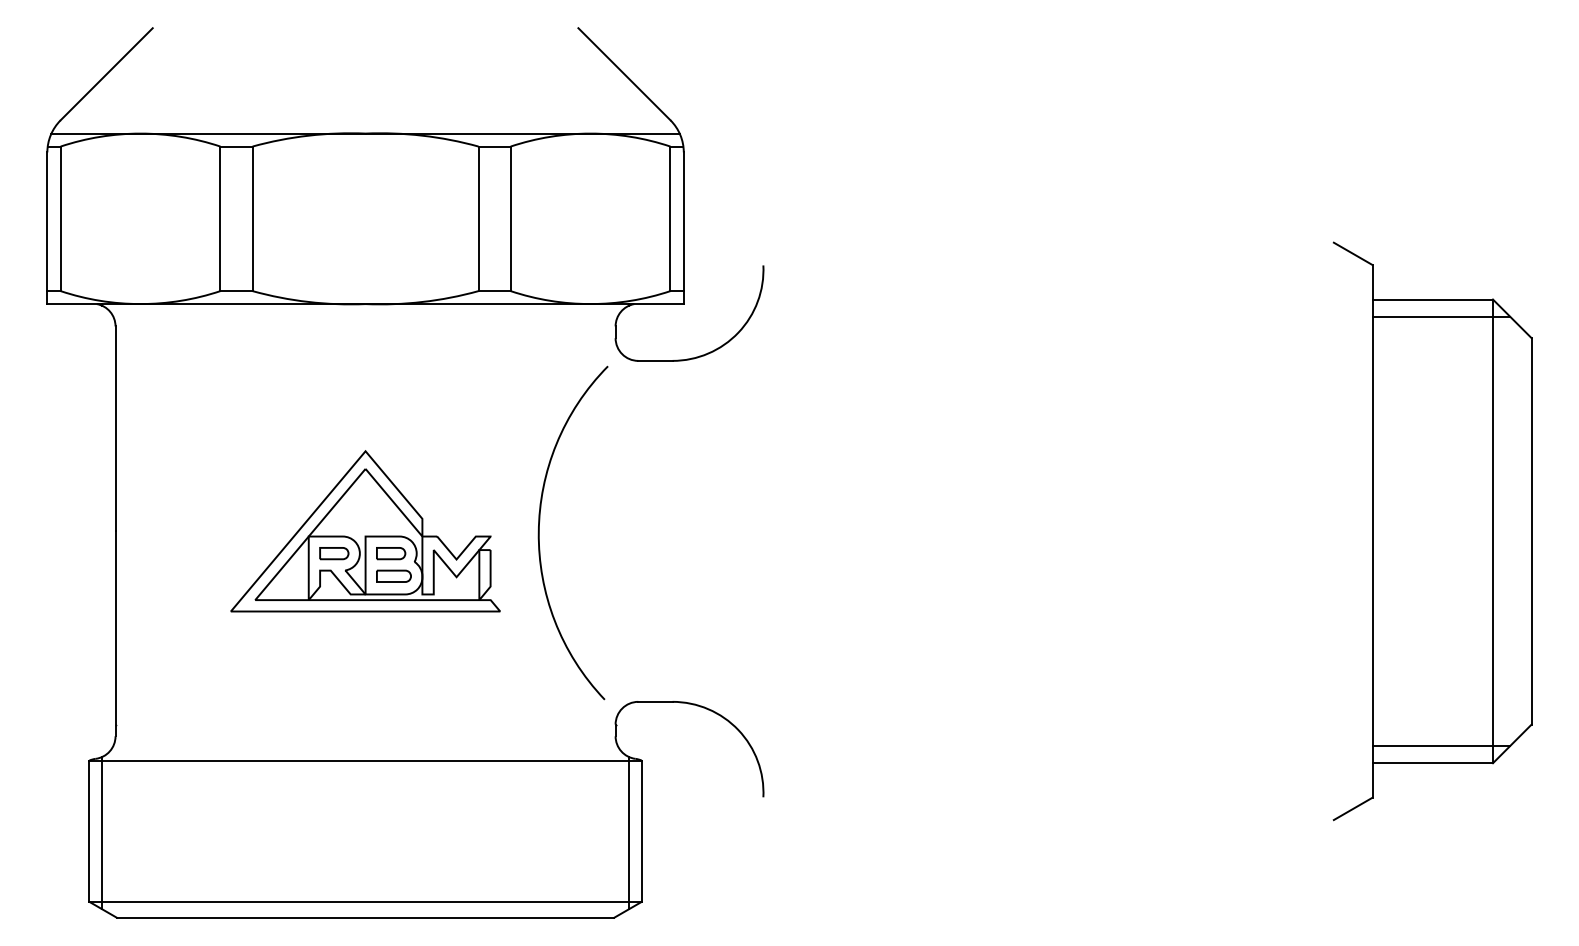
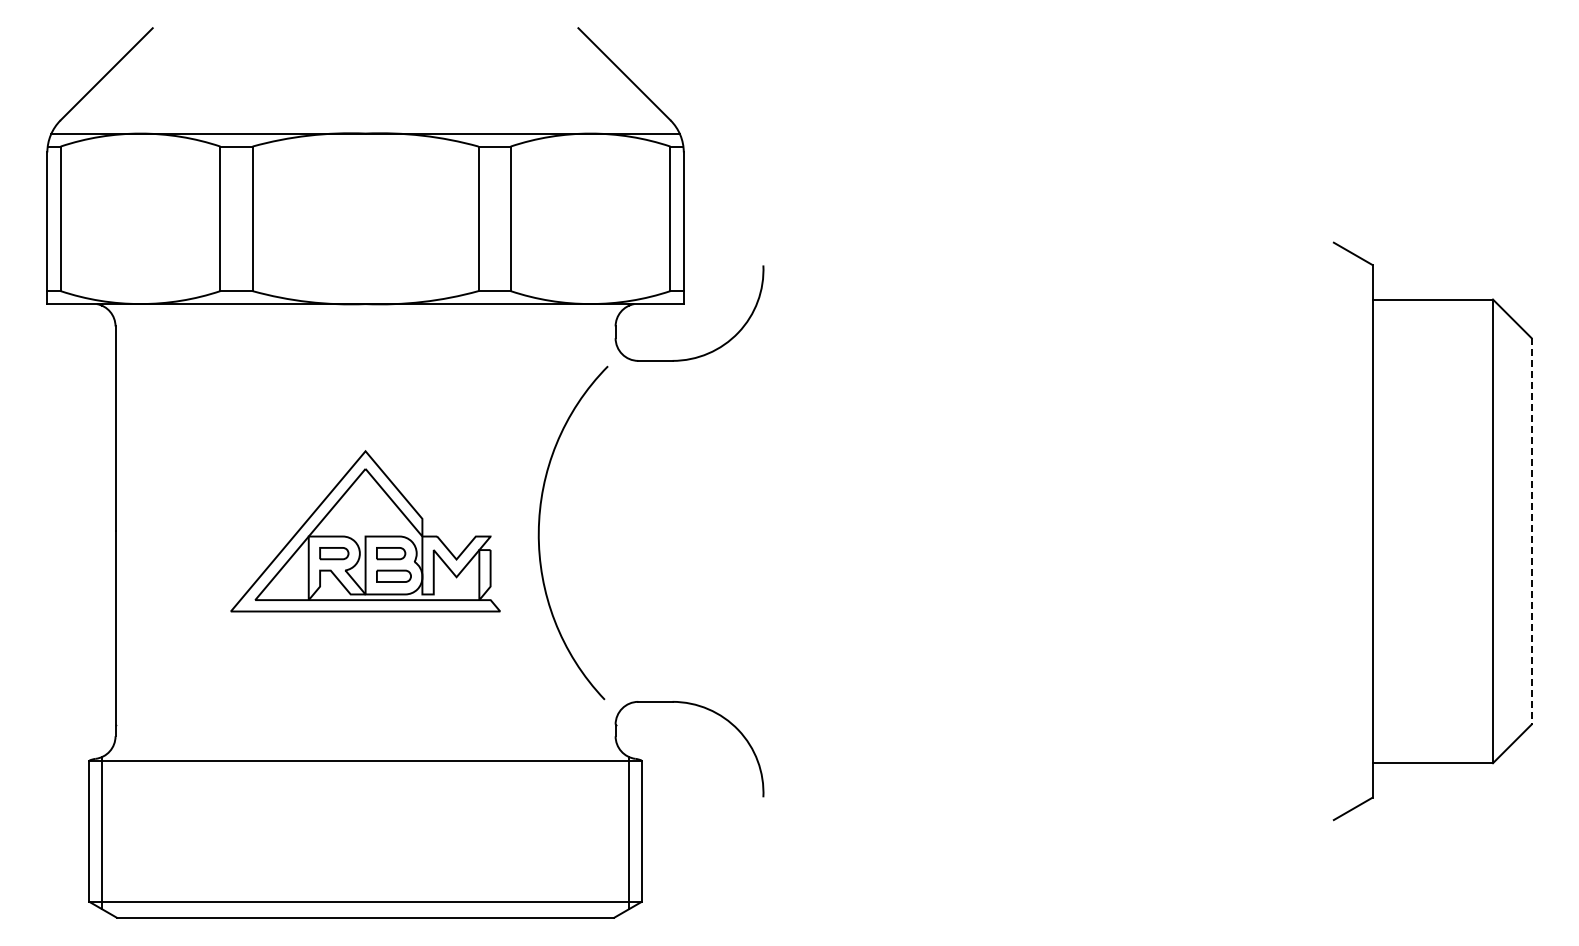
line at (1441, 316): present -> none
line at (1531, 531): solid -> dashed
line at (1441, 746): present -> none
